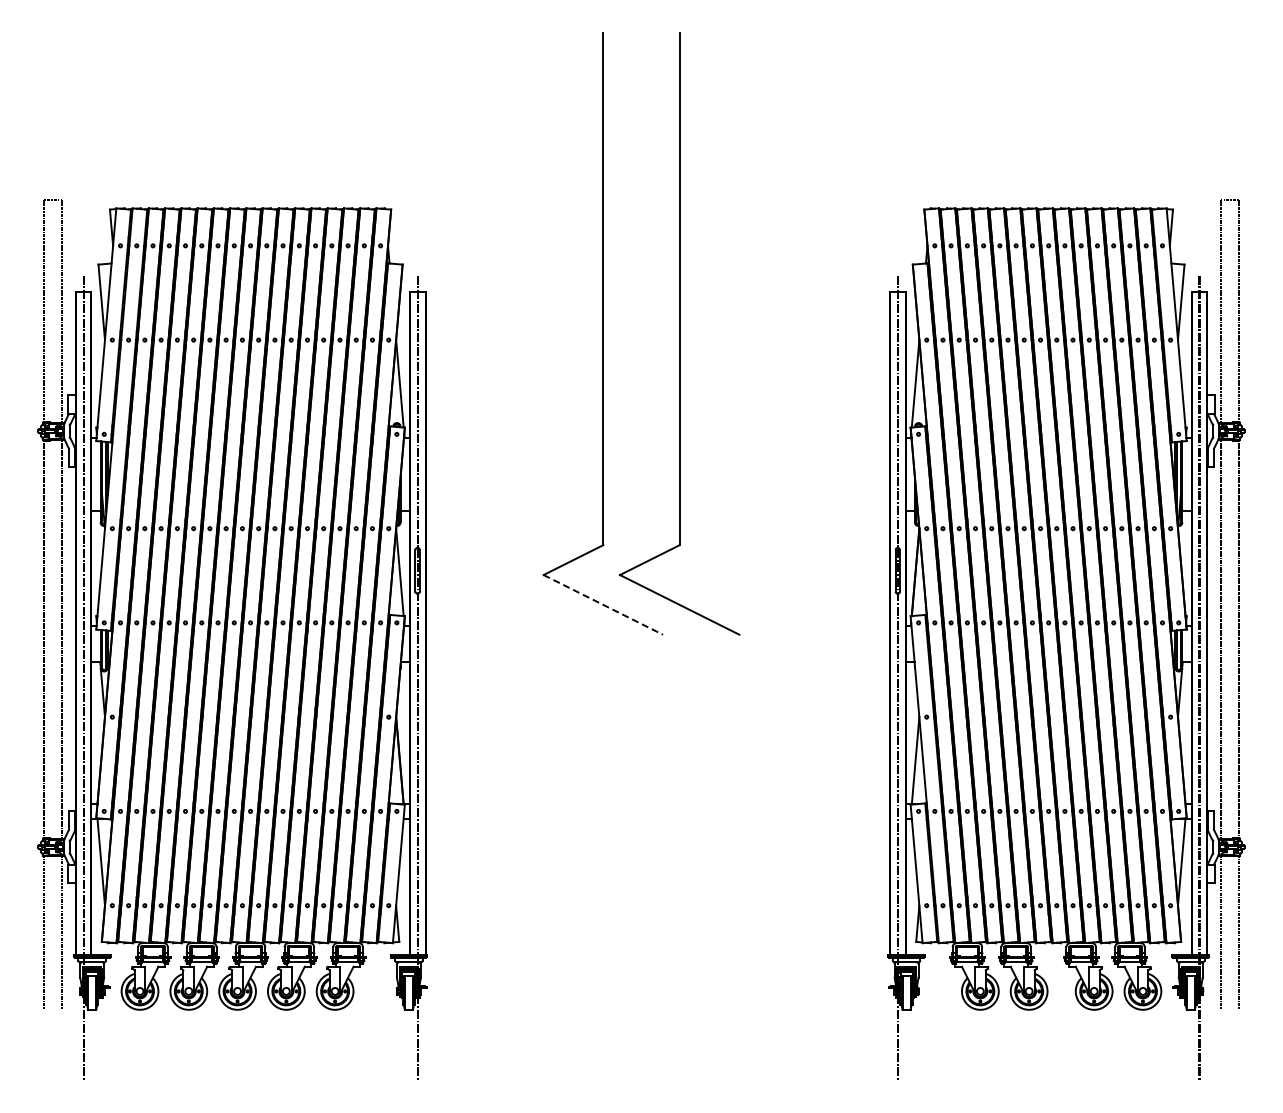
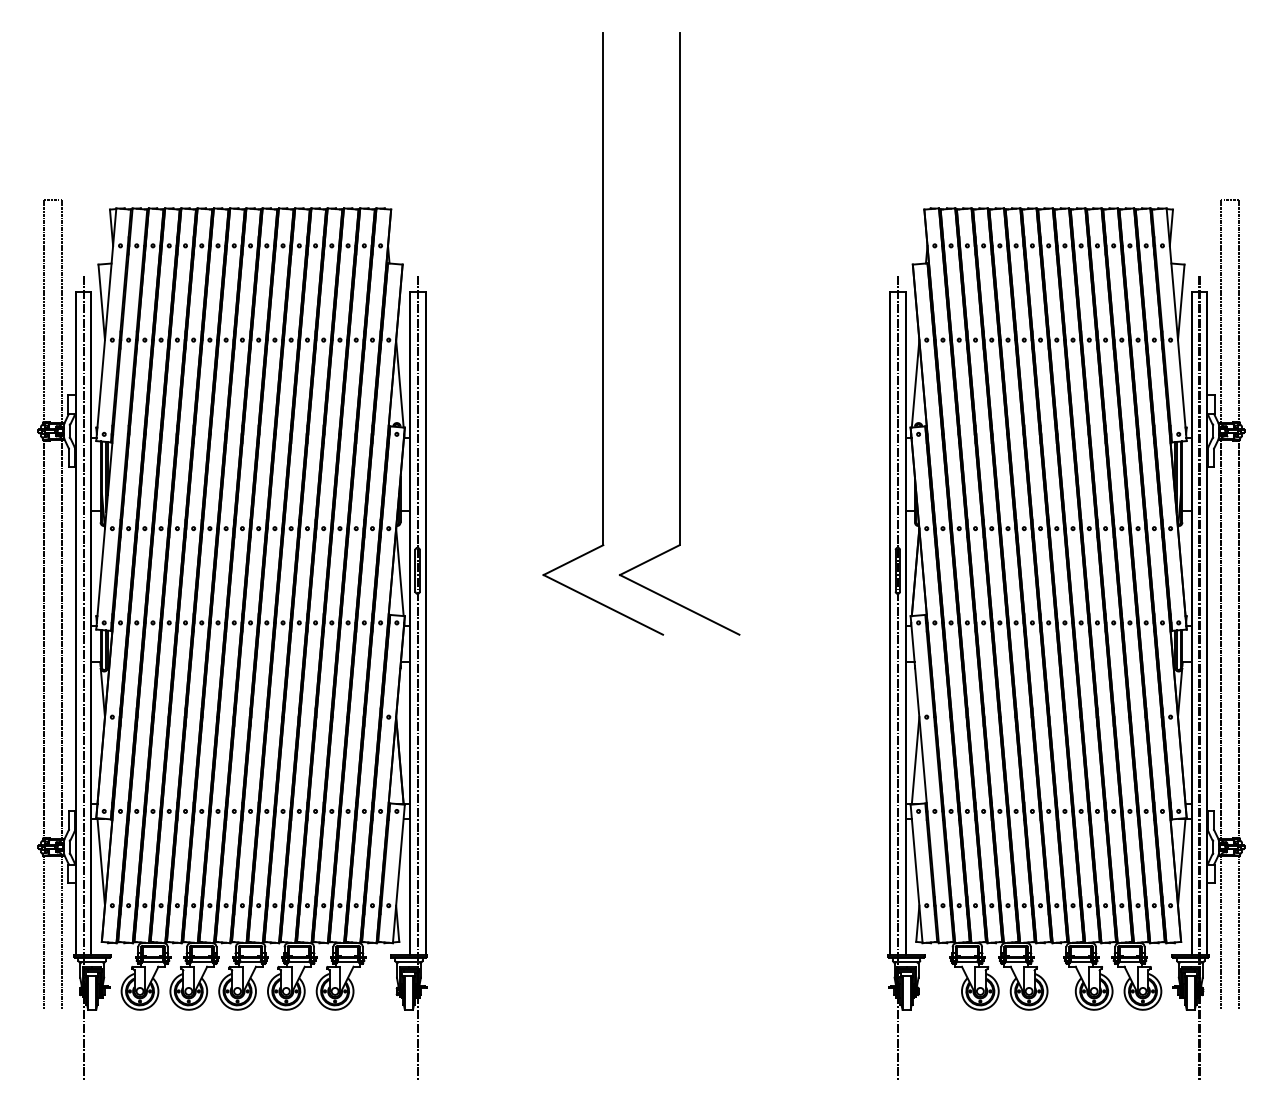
line at (603, 604): dashed -> solid
